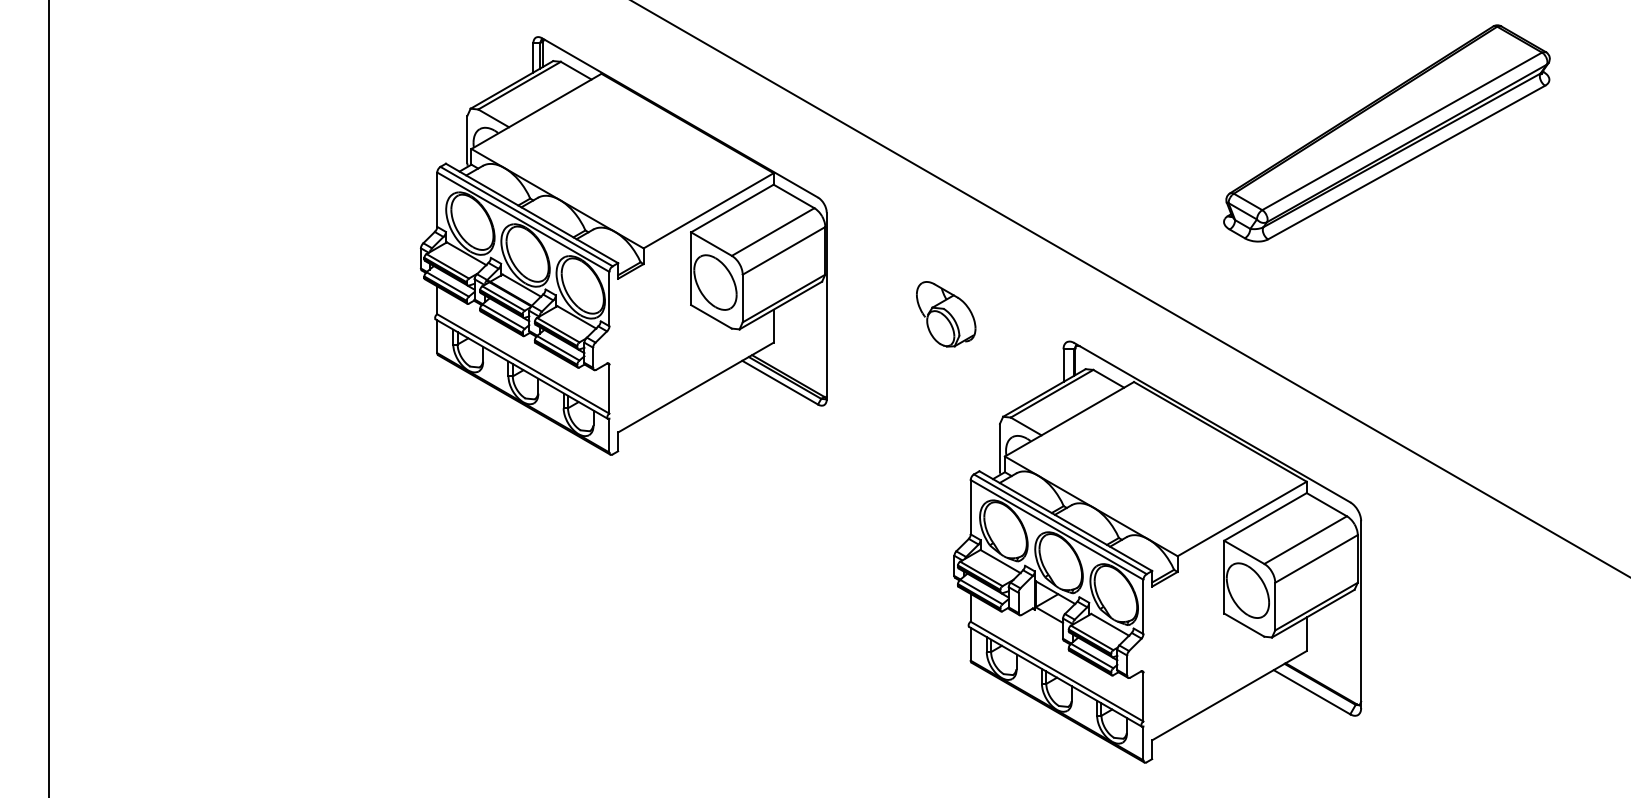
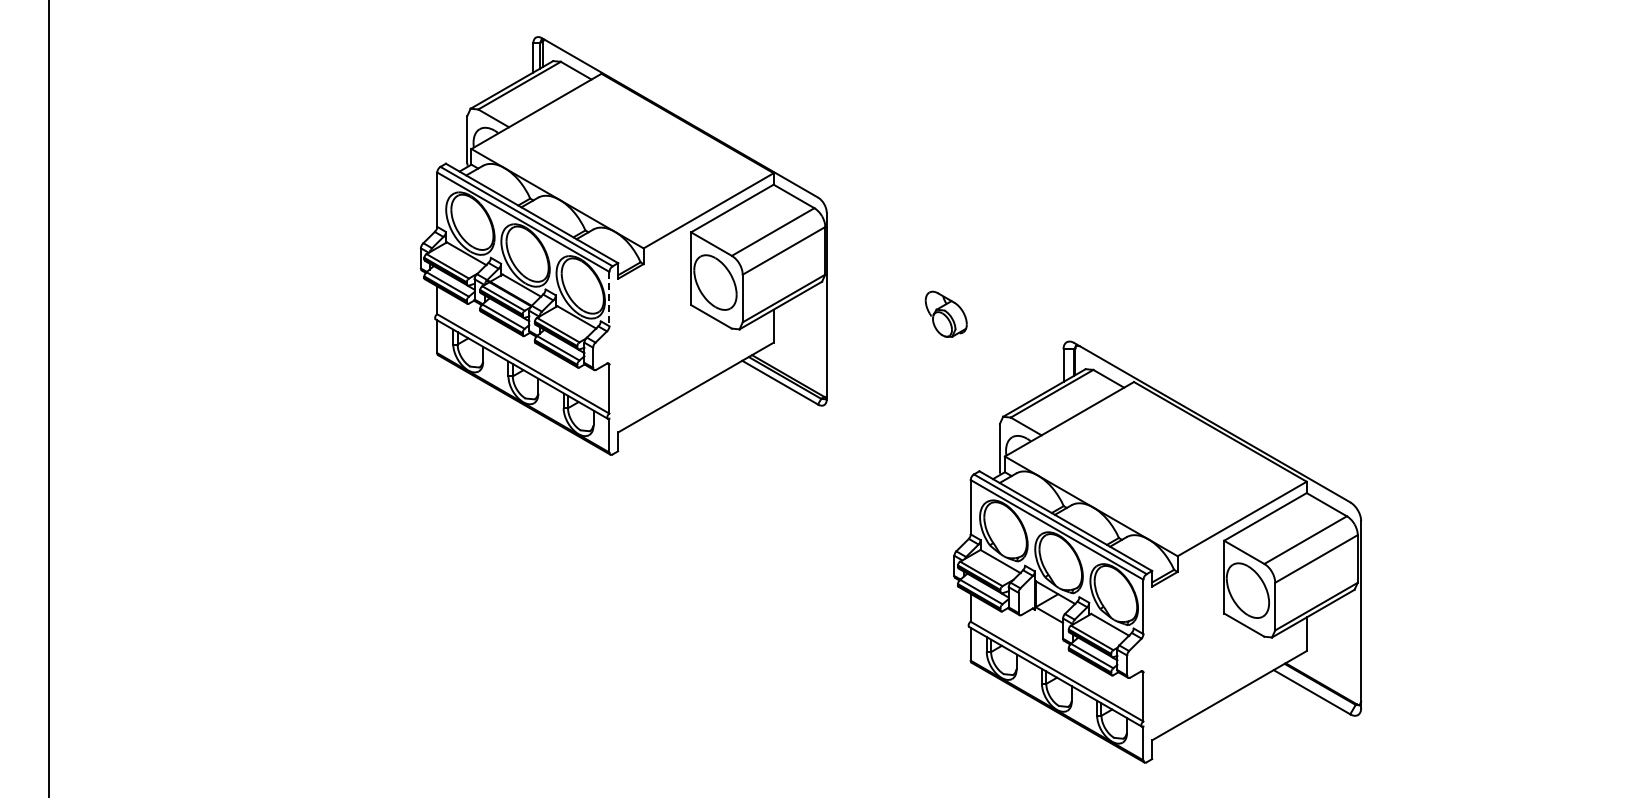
part at (1386, 133): present -> none
line at (1130, 289): present -> none
line at (609, 299): solid -> dashed
part at (946, 314) size: 61x67 px -> 44x48 px
